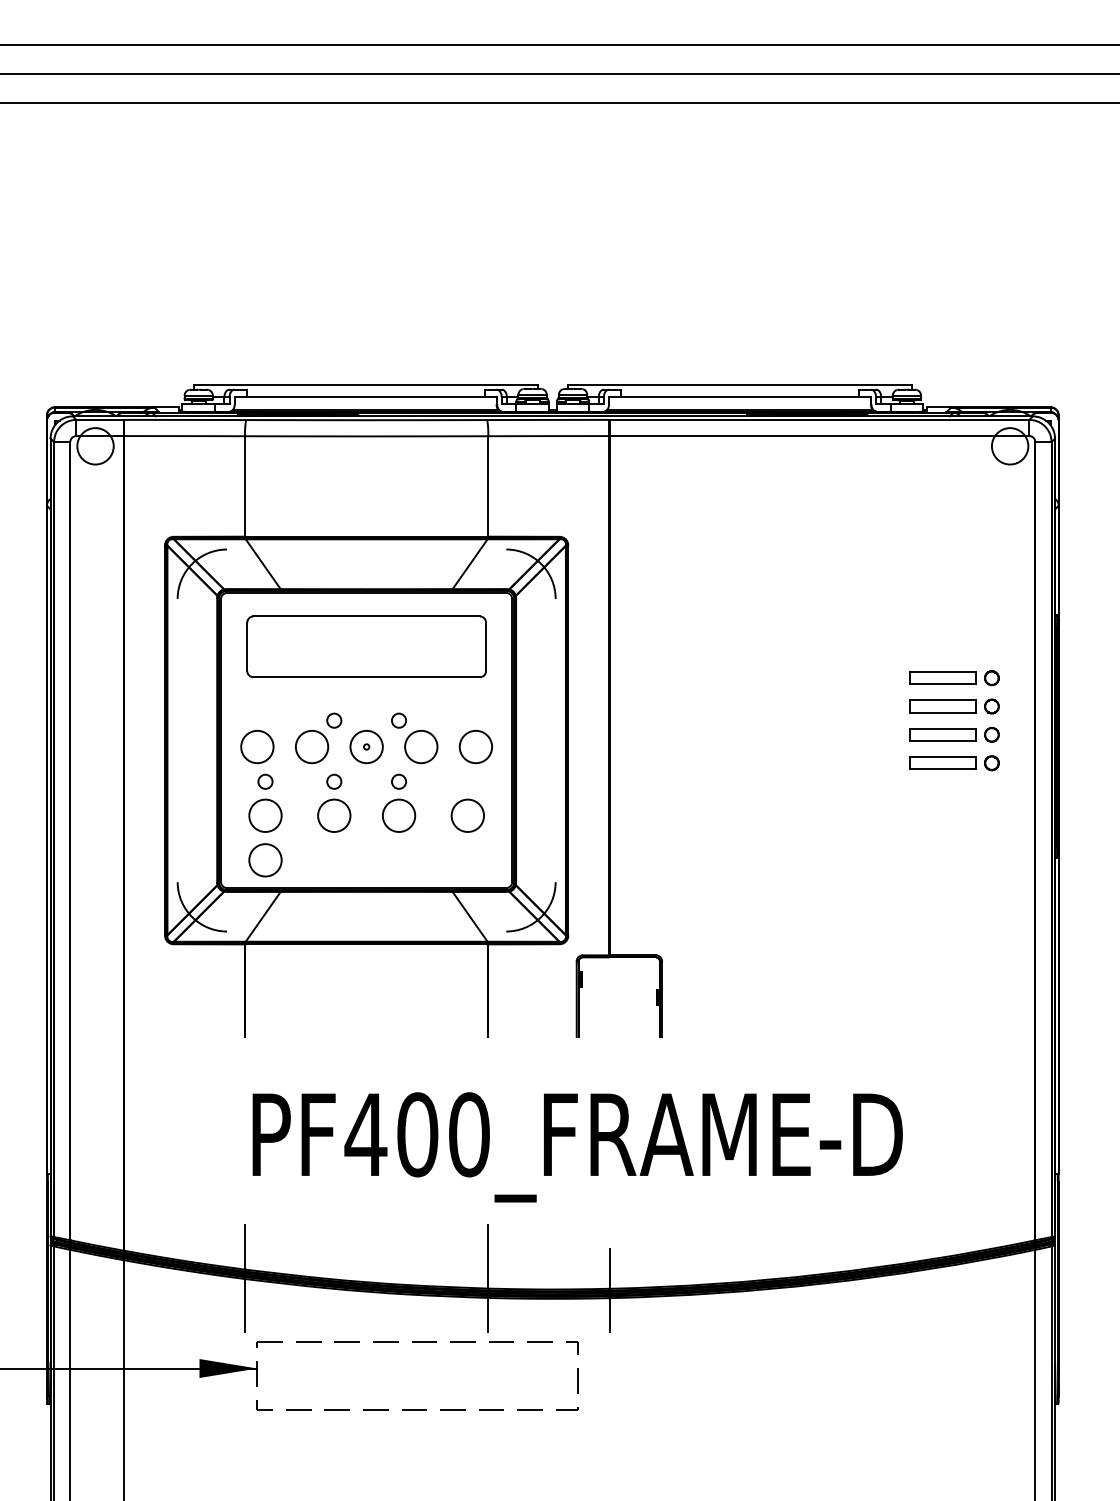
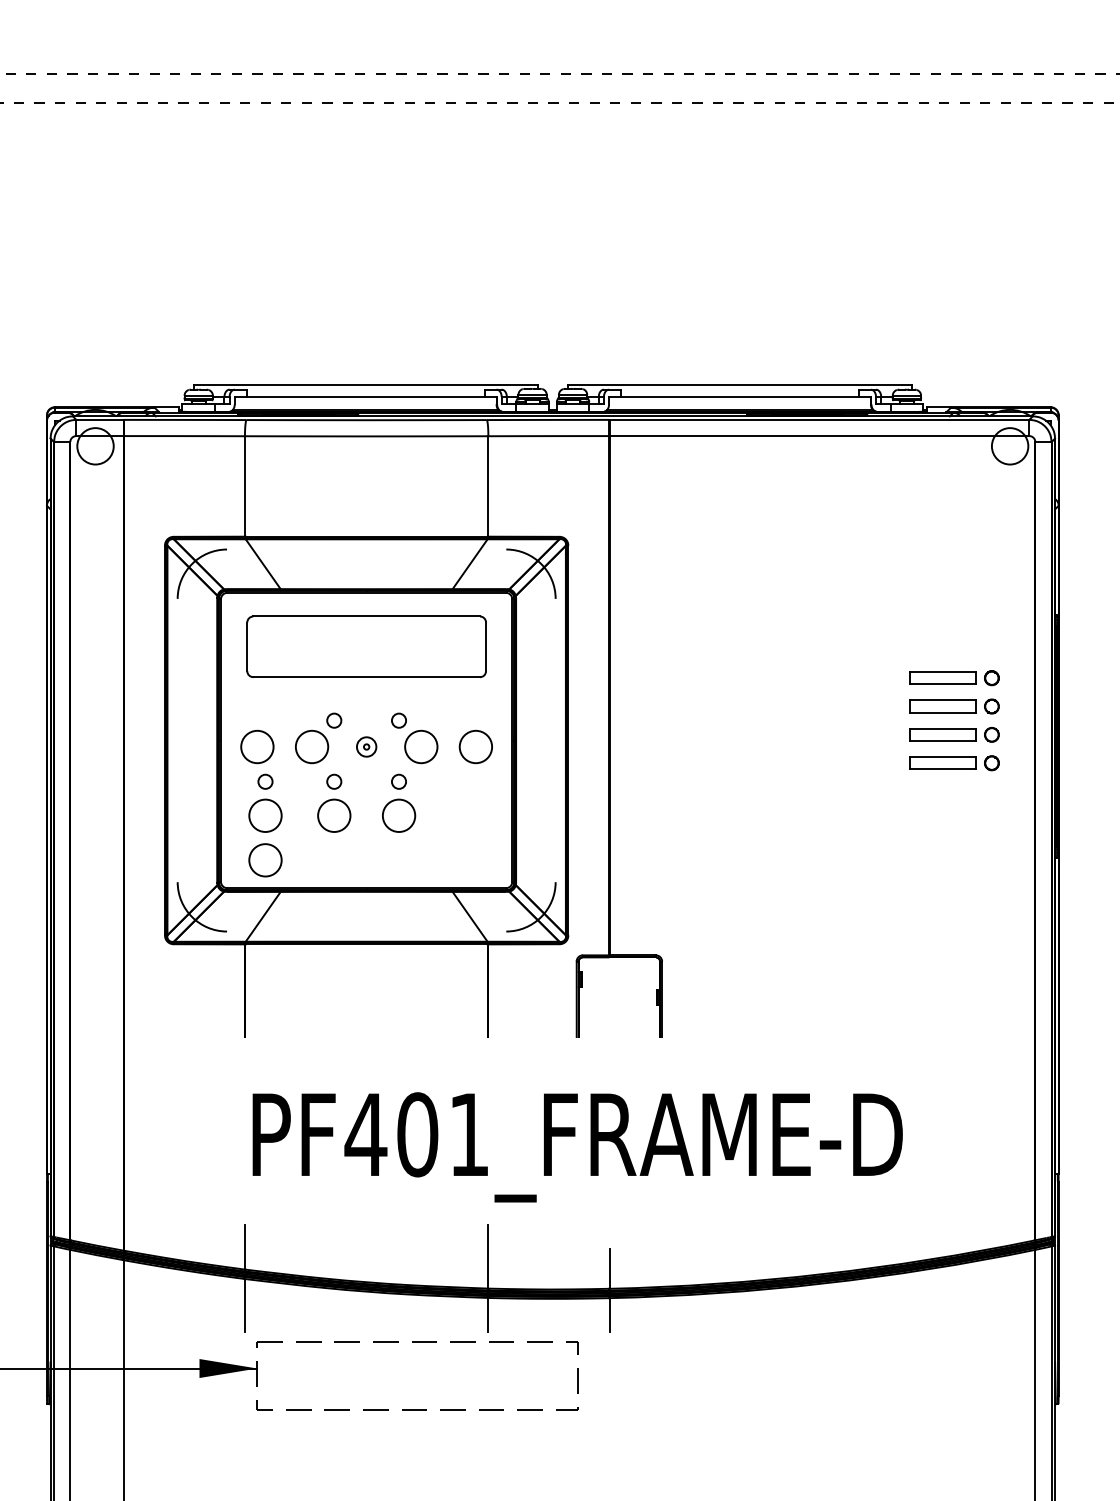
line at (559, 45): present -> none
line at (560, 73): solid -> dashed
line at (560, 102): solid -> dashed
circle at (366, 746) diameter: 32 px -> 19 px
circle at (467, 815): present -> none
text at (469, 1134): PF400_FRAME-D -> PF401_FRAME-D
